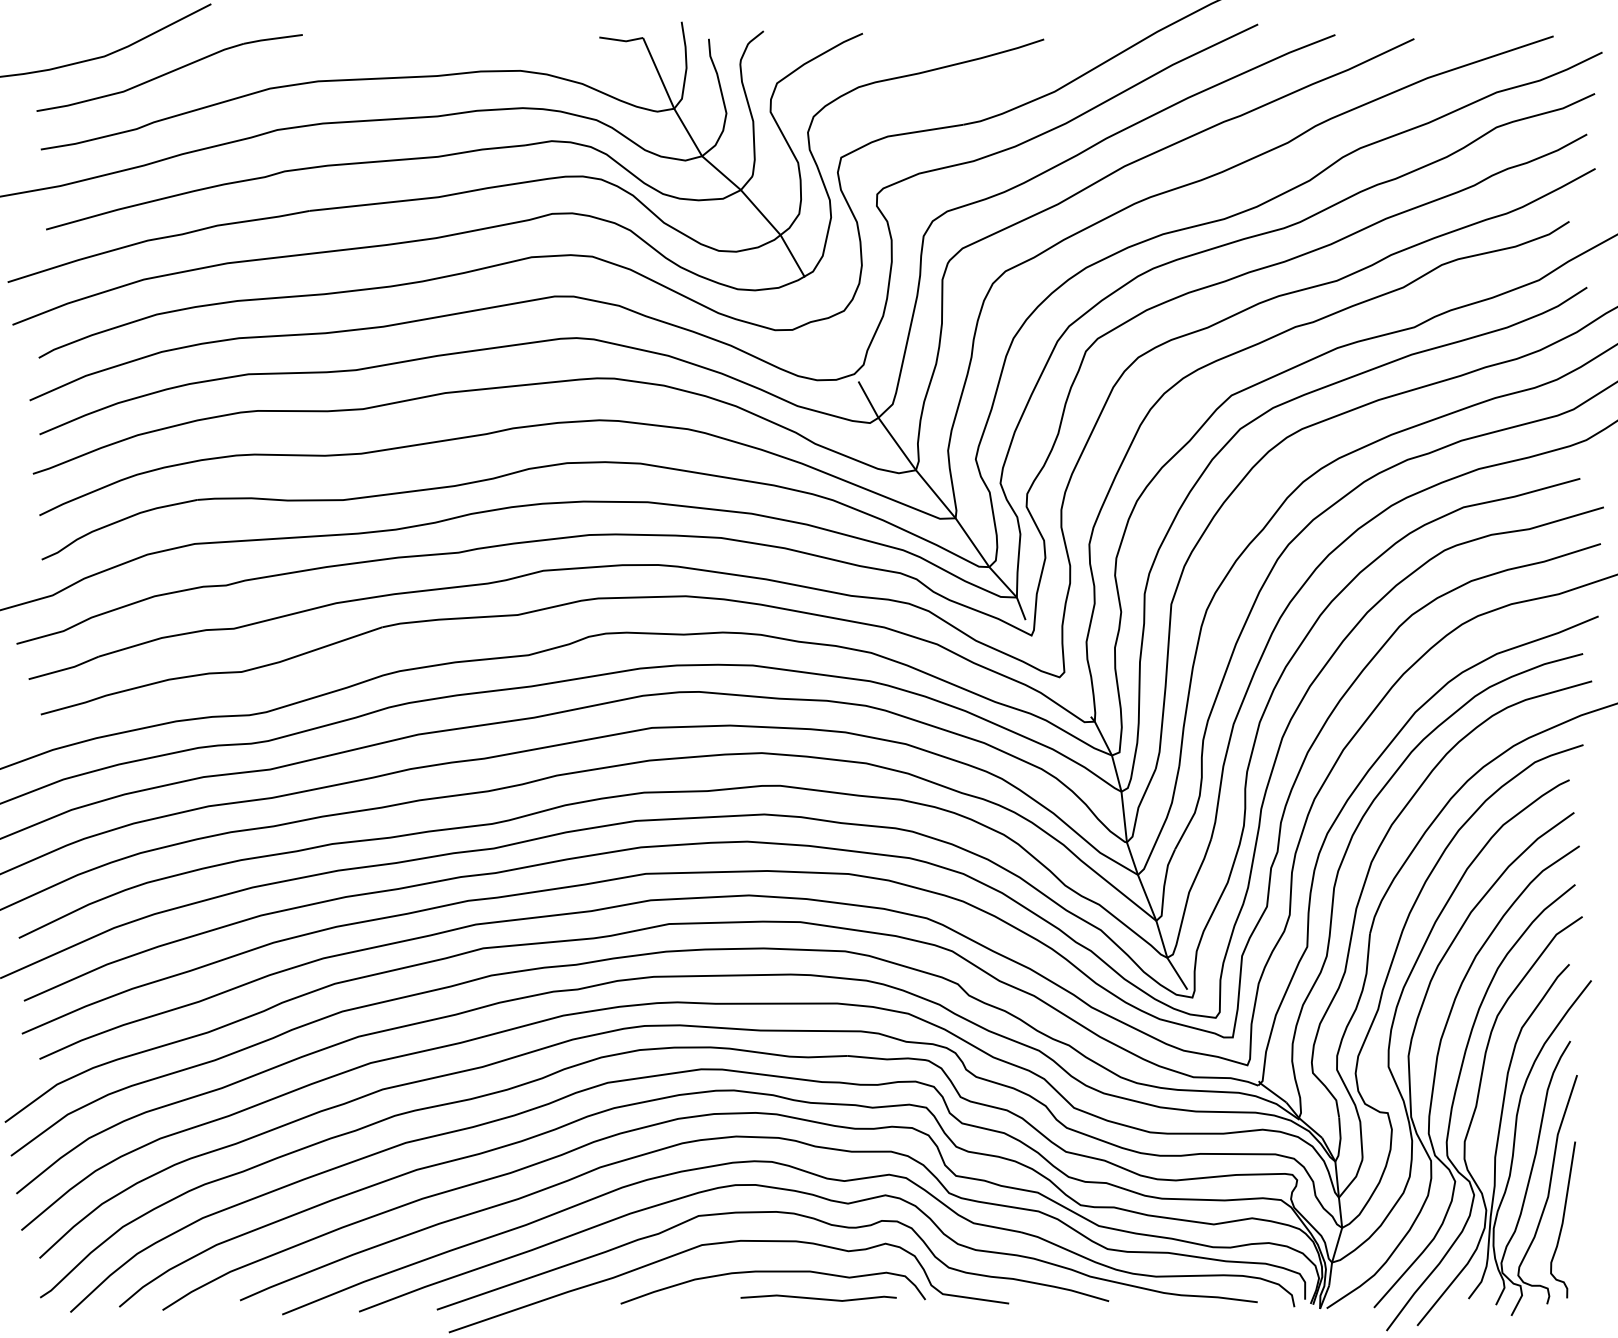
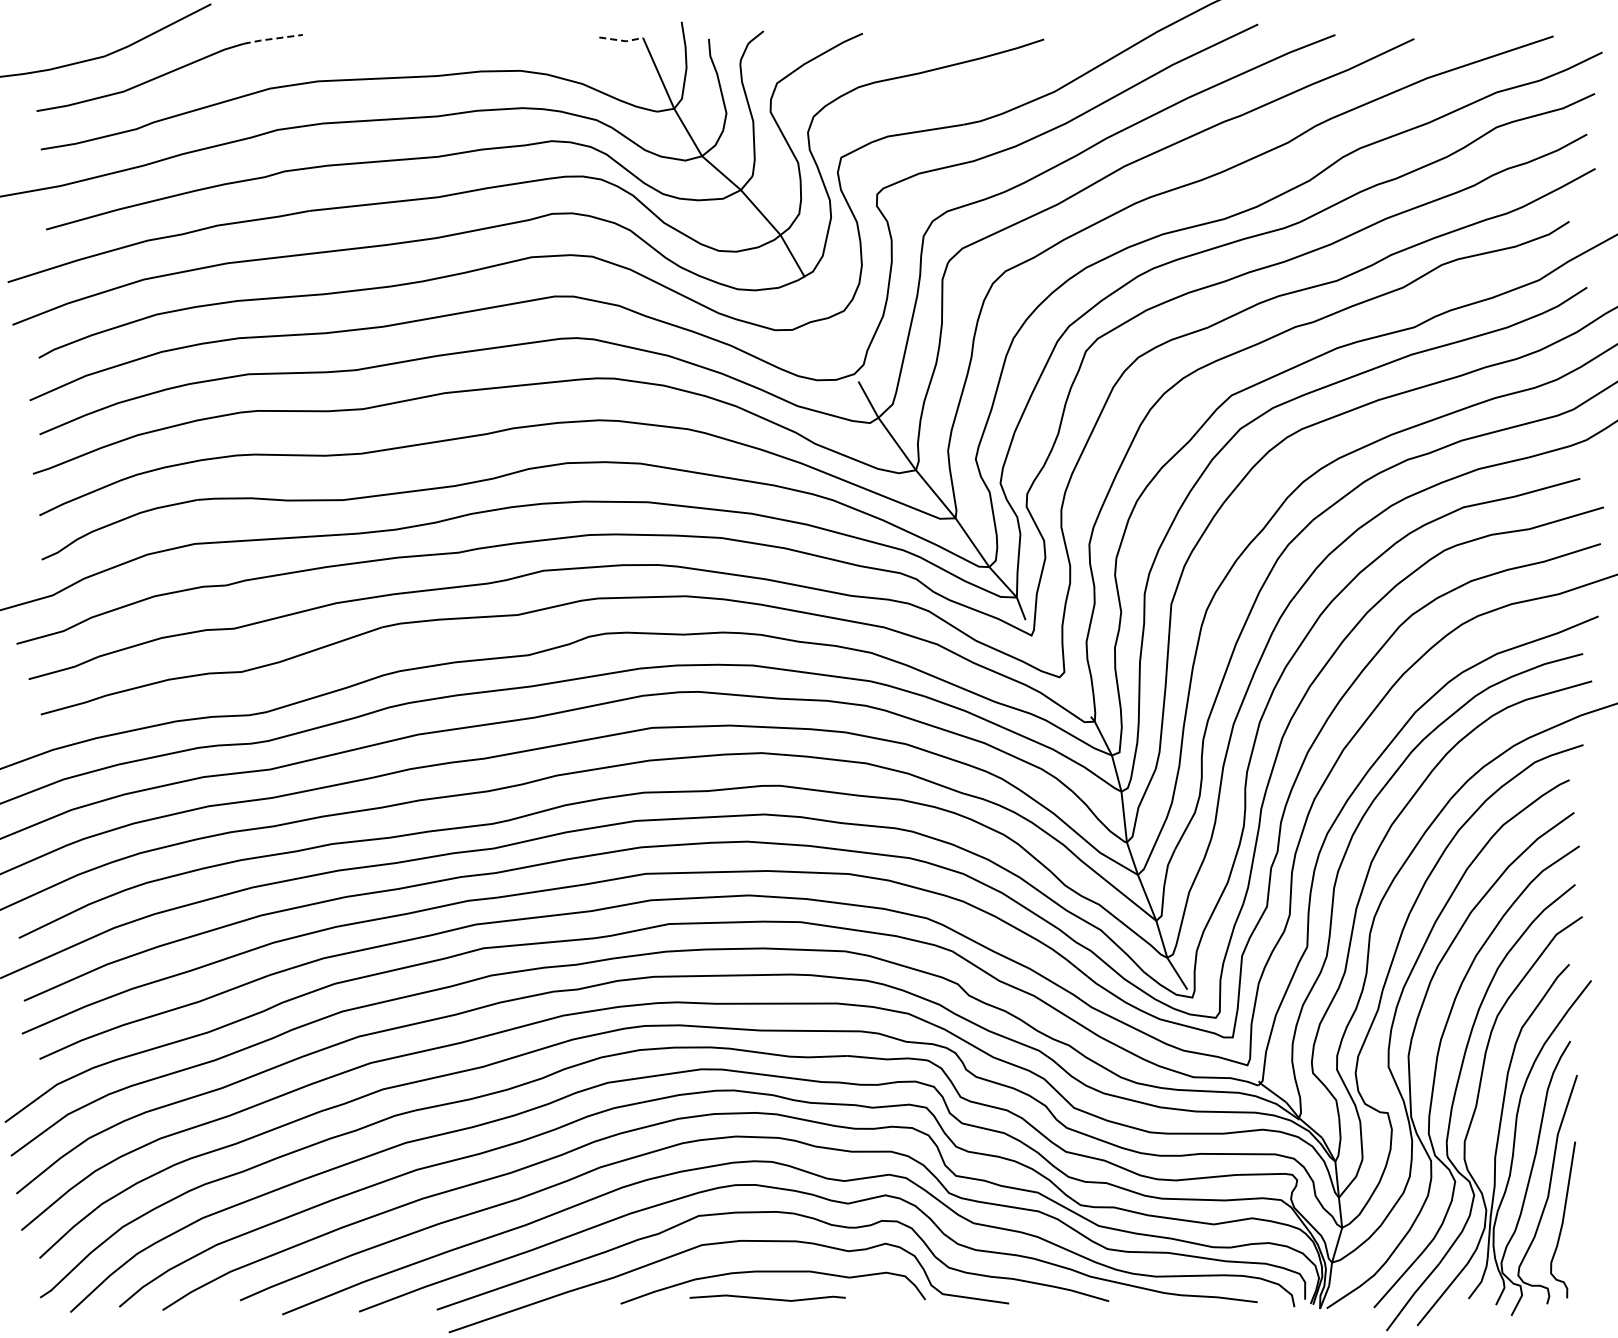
line at (272, 38): solid -> dashed
line at (622, 40): solid -> dashed
line at (818, 1298) position: (818, 1298) -> (767, 1298)
